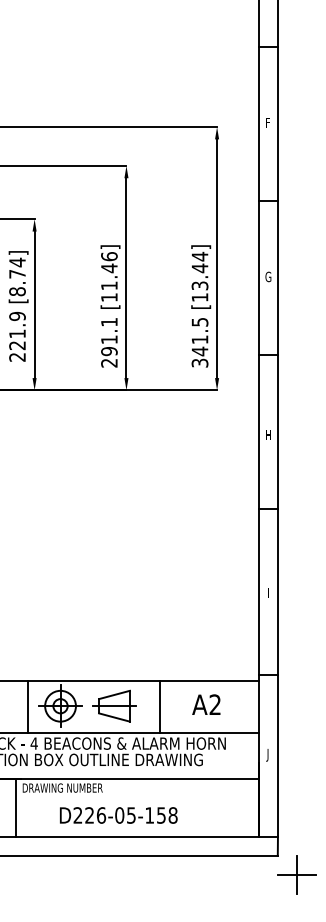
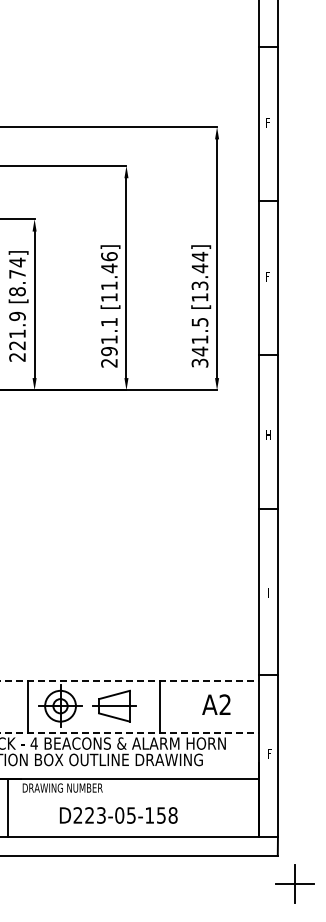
text at (268, 276): G -> F
line at (129, 680): solid -> dashed
text at (206, 704) position: (206, 704) -> (216, 704)
line at (129, 732): solid -> dashed
text at (268, 755): J -> F
line at (15, 807) position: (15, 807) -> (7, 807)
text at (101, 815): D226-05-158 -> D223-05-158
part at (296, 874) position: (296, 874) -> (294, 883)
